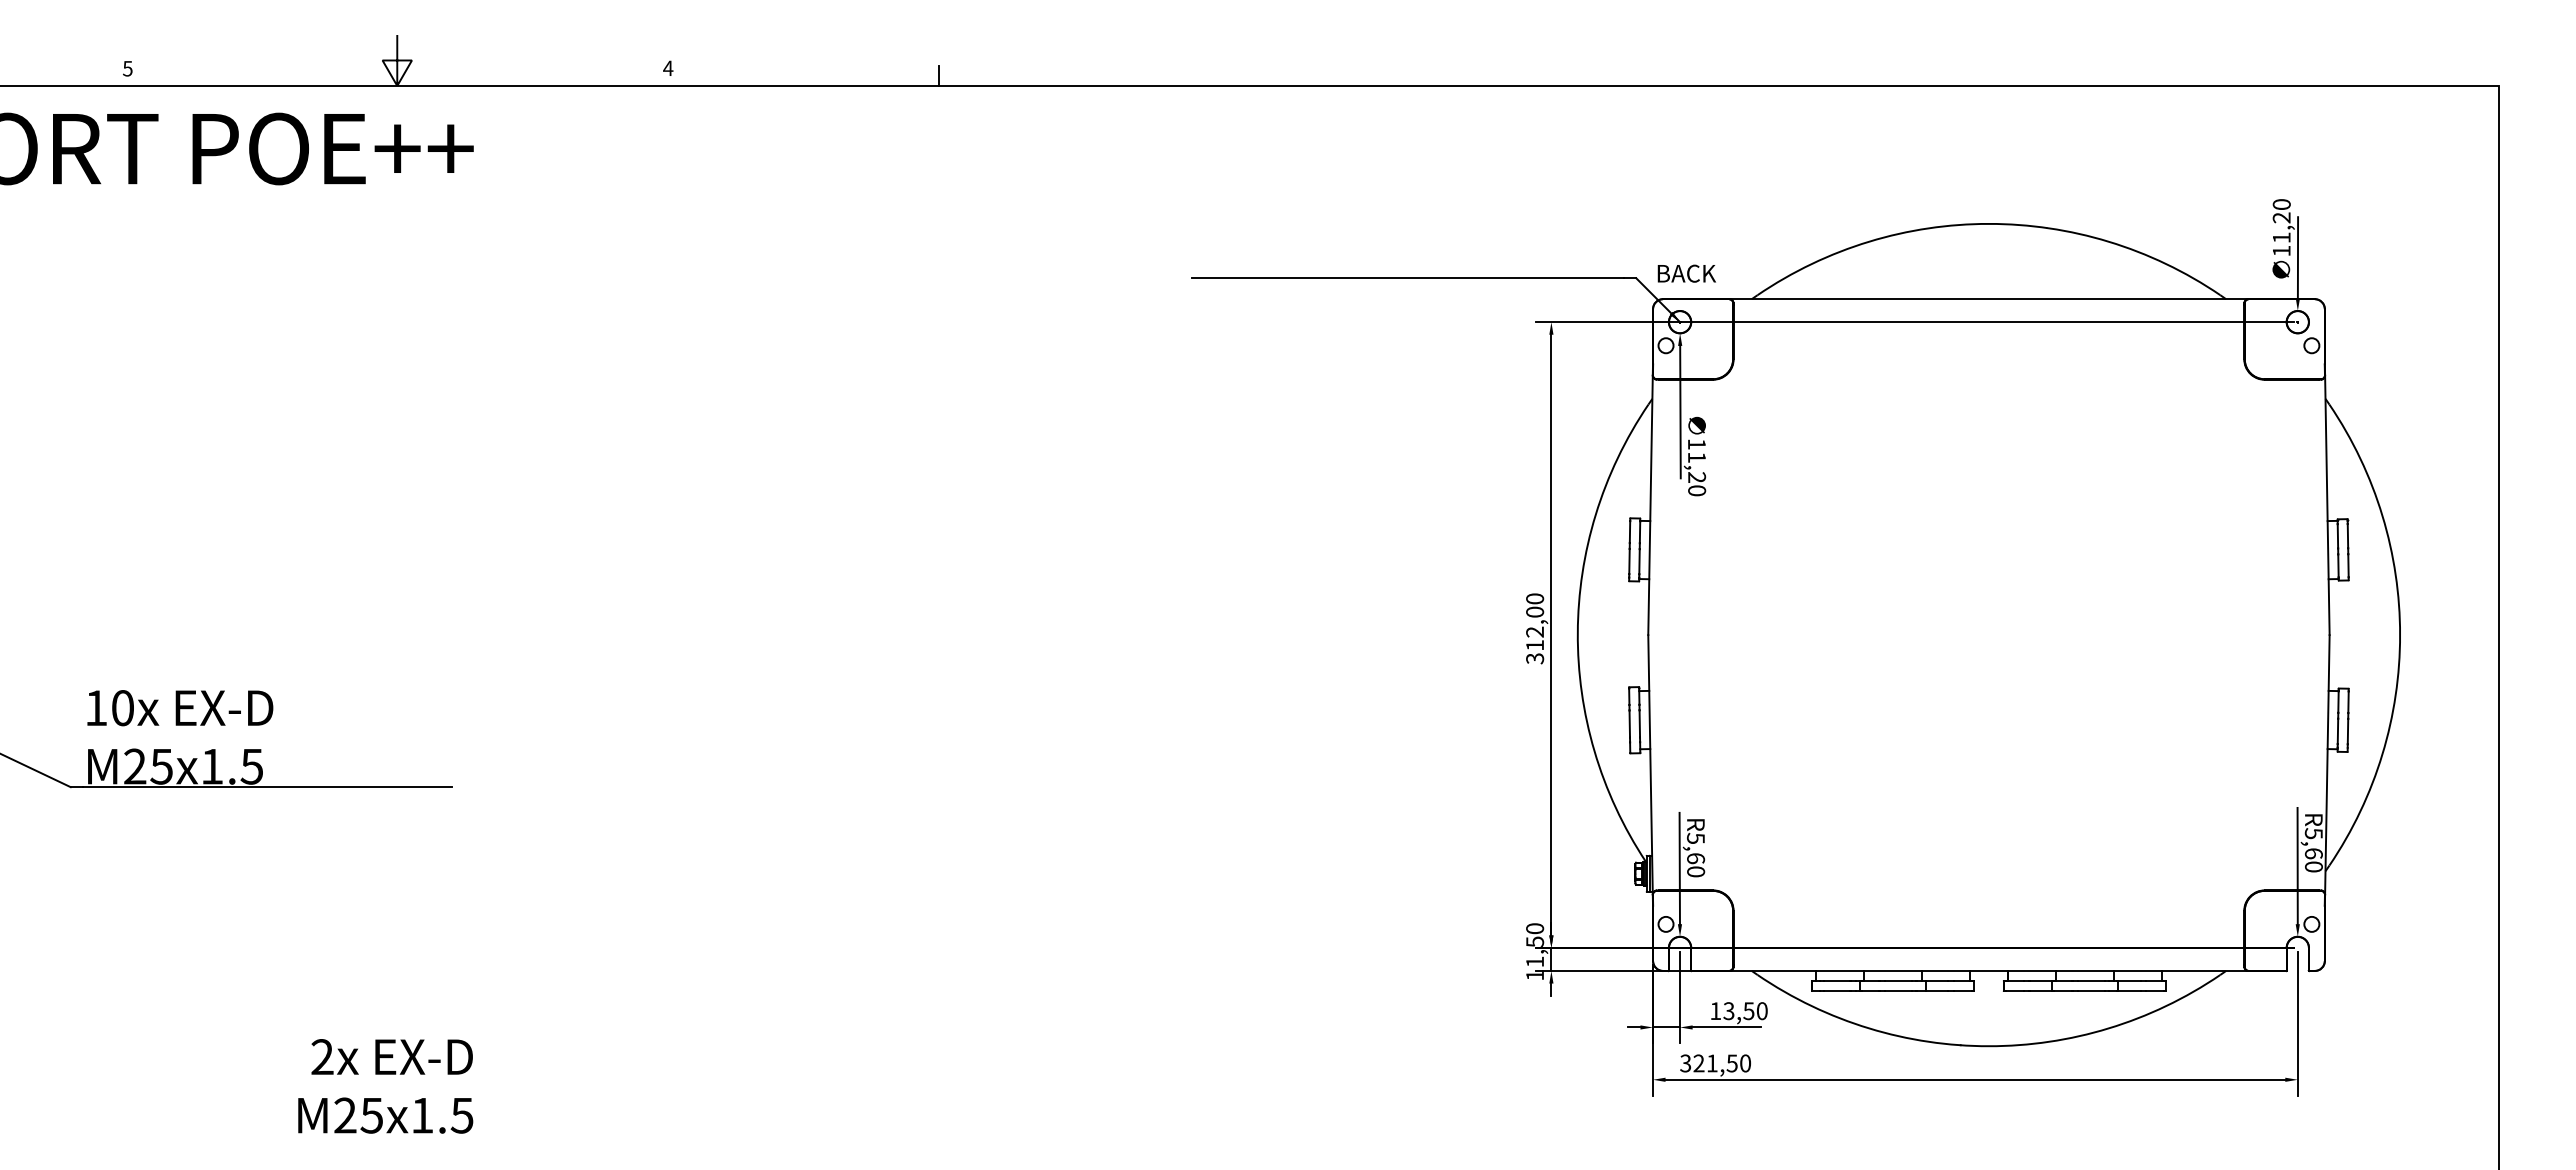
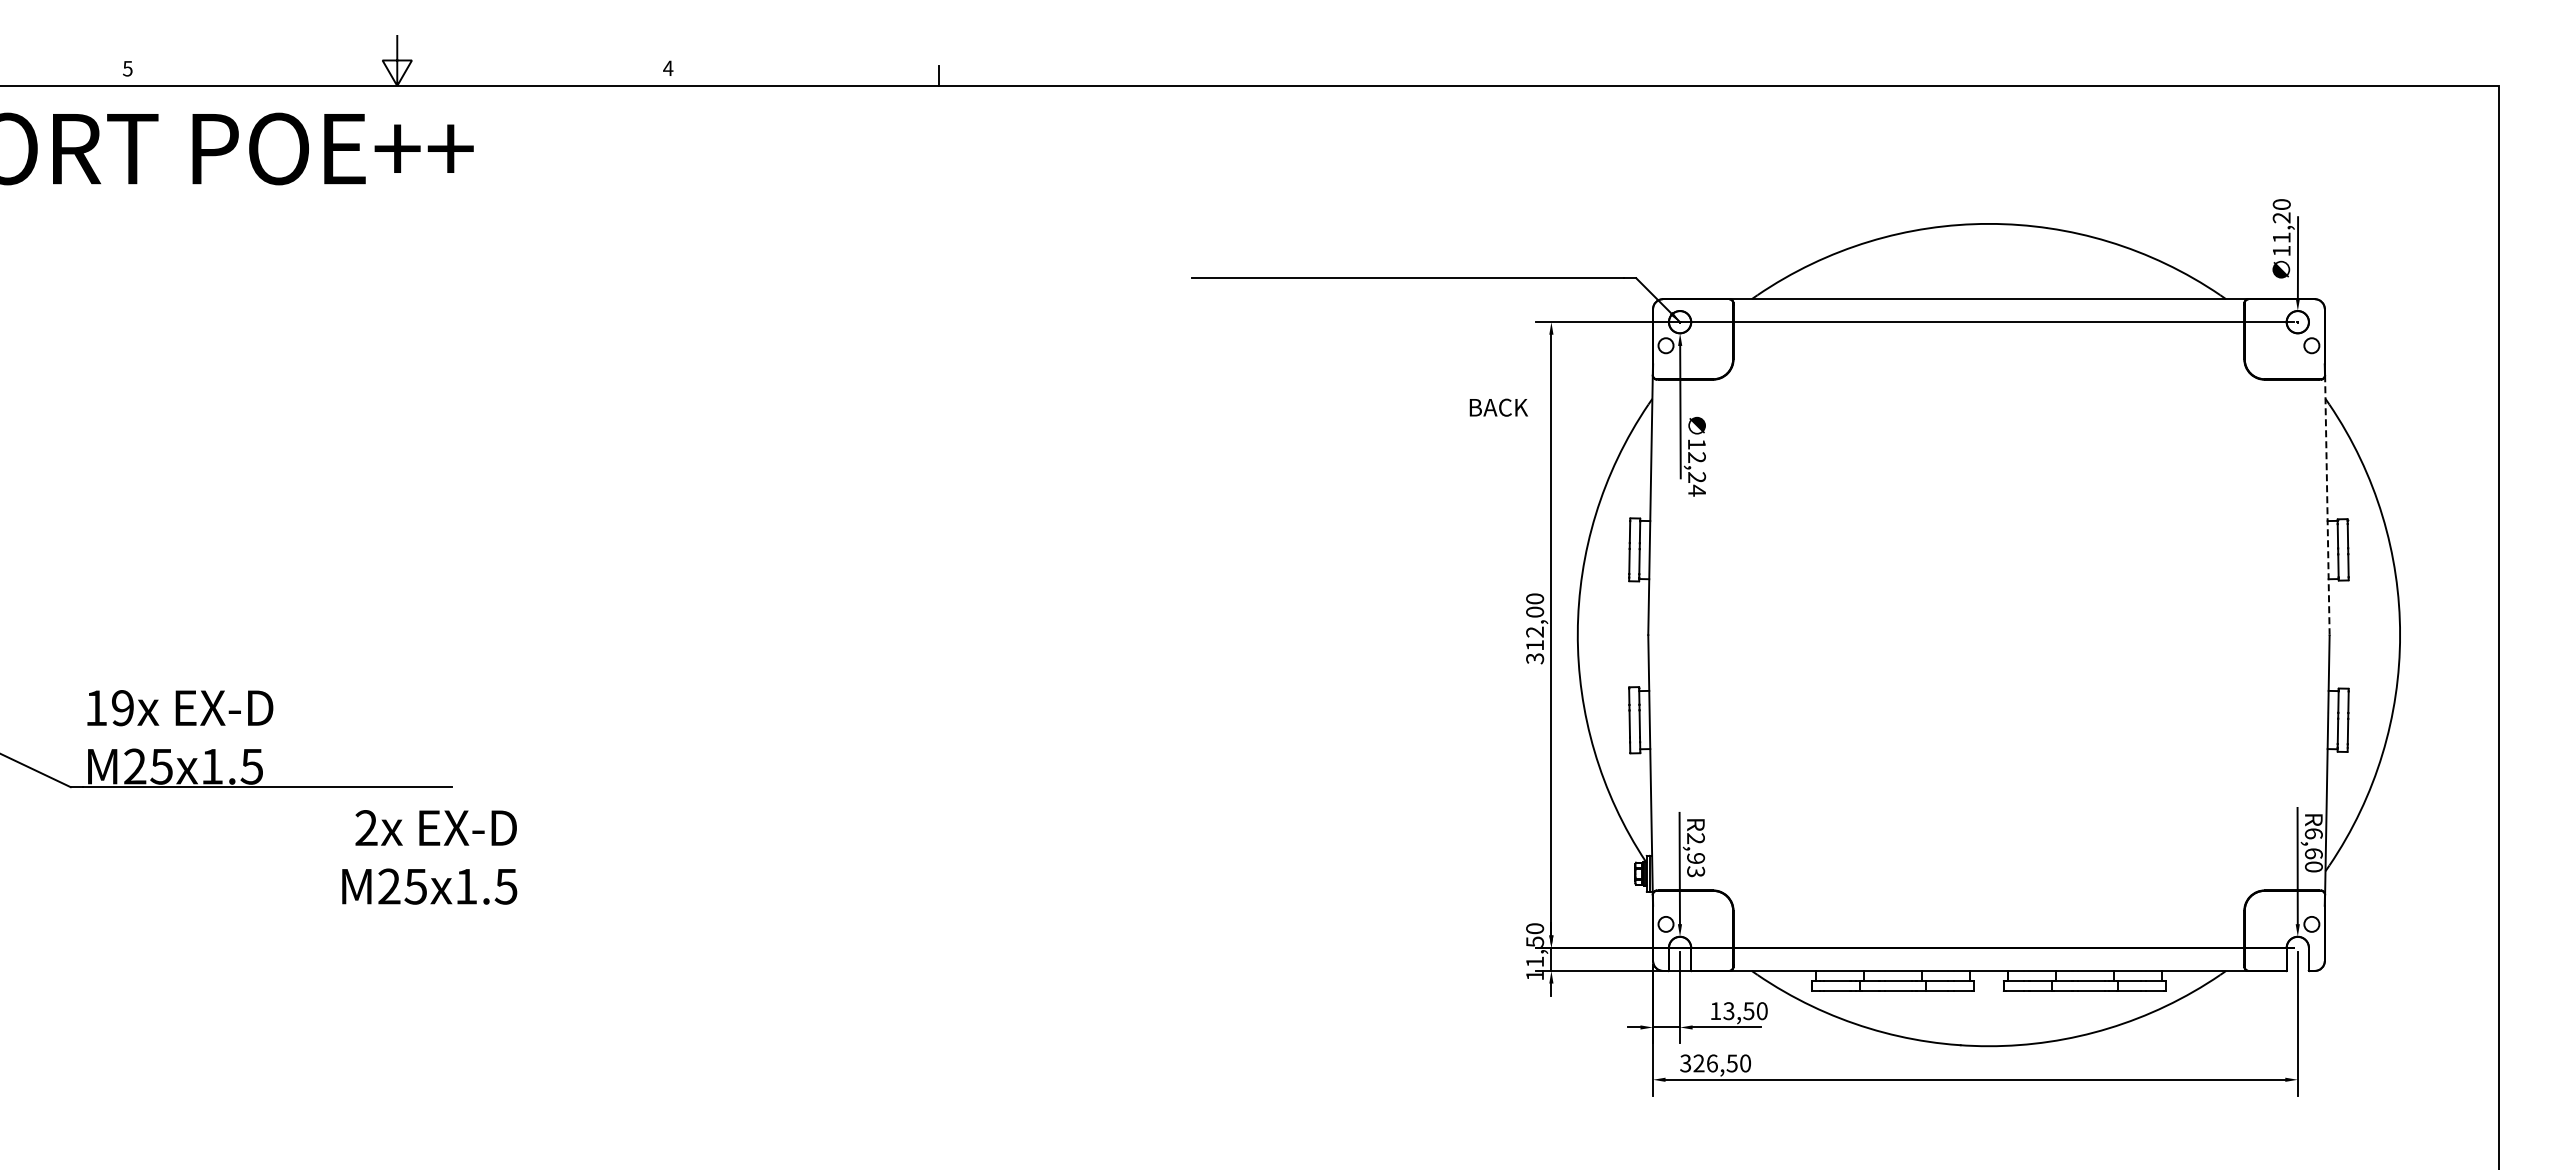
text at (1686, 273) position: (1686, 273) -> (1498, 407)
text at (1697, 474): 11,20 -> 12,24
line at (2327, 504): solid -> dashed
text at (122, 708): 10x -> 19x
text at (2313, 833): R5,60 -> R6,60
text at (1696, 854): R5,60 -> R2,93
text at (1712, 1063): 321,50 -> 326,50
text at (385, 1086) position: (385, 1086) -> (429, 857)
